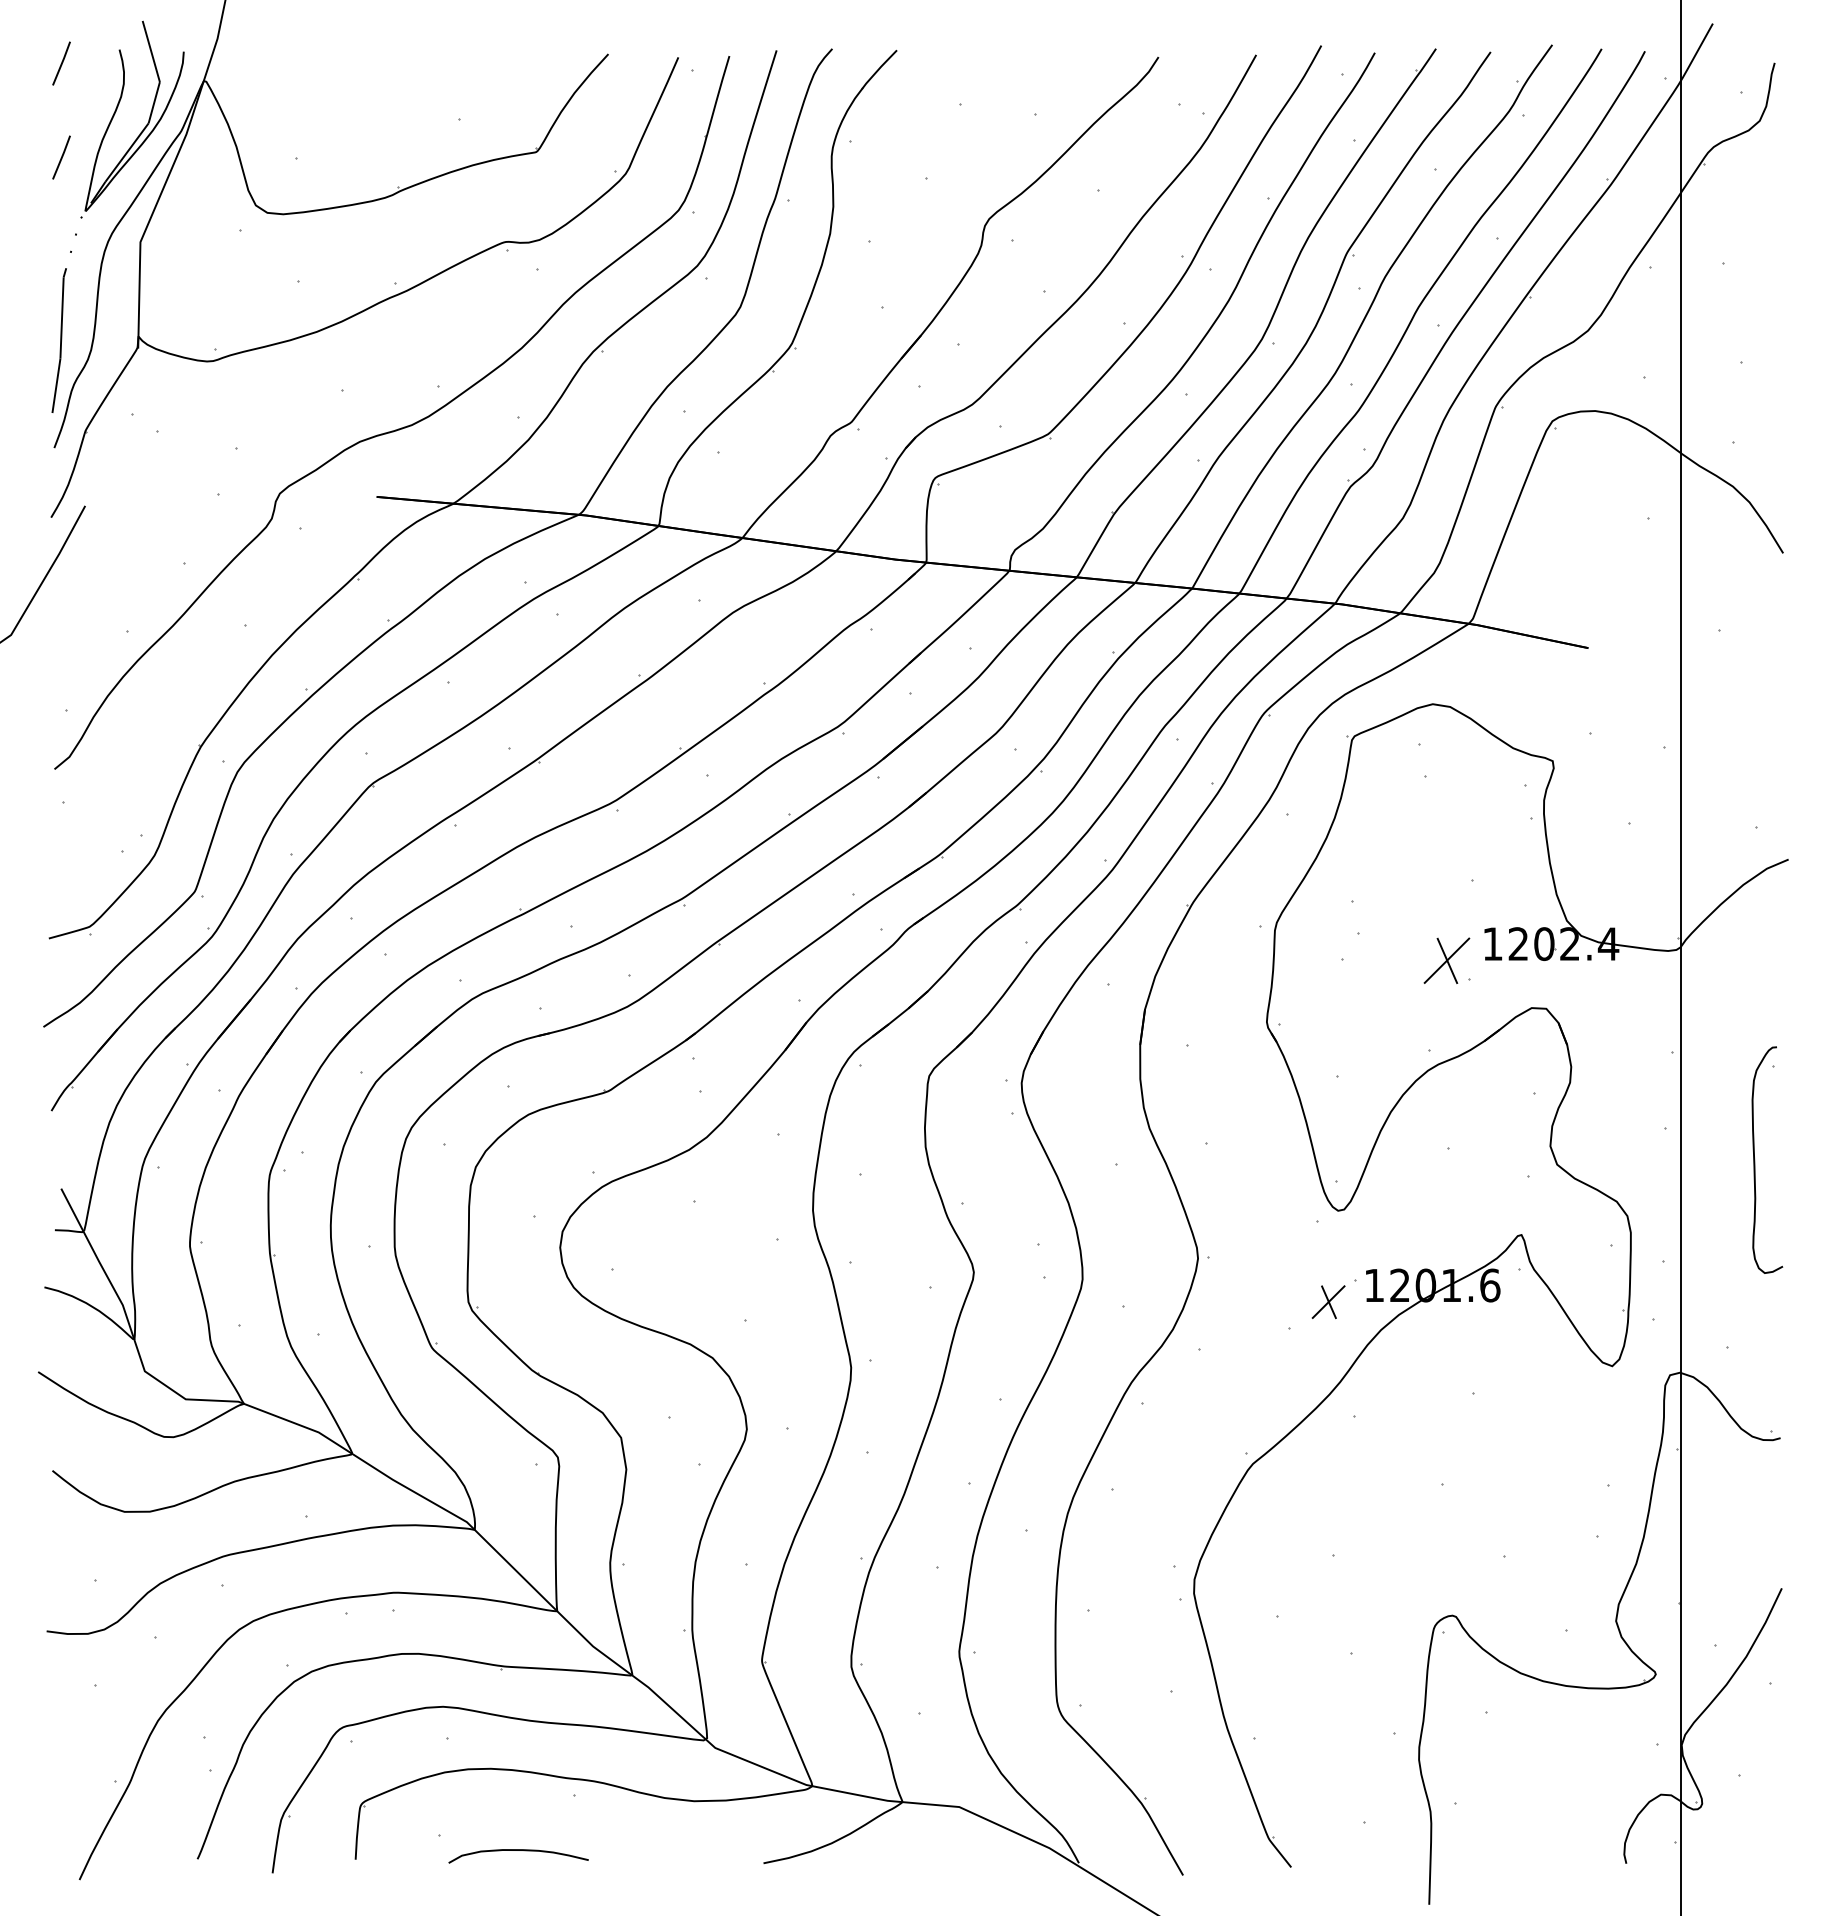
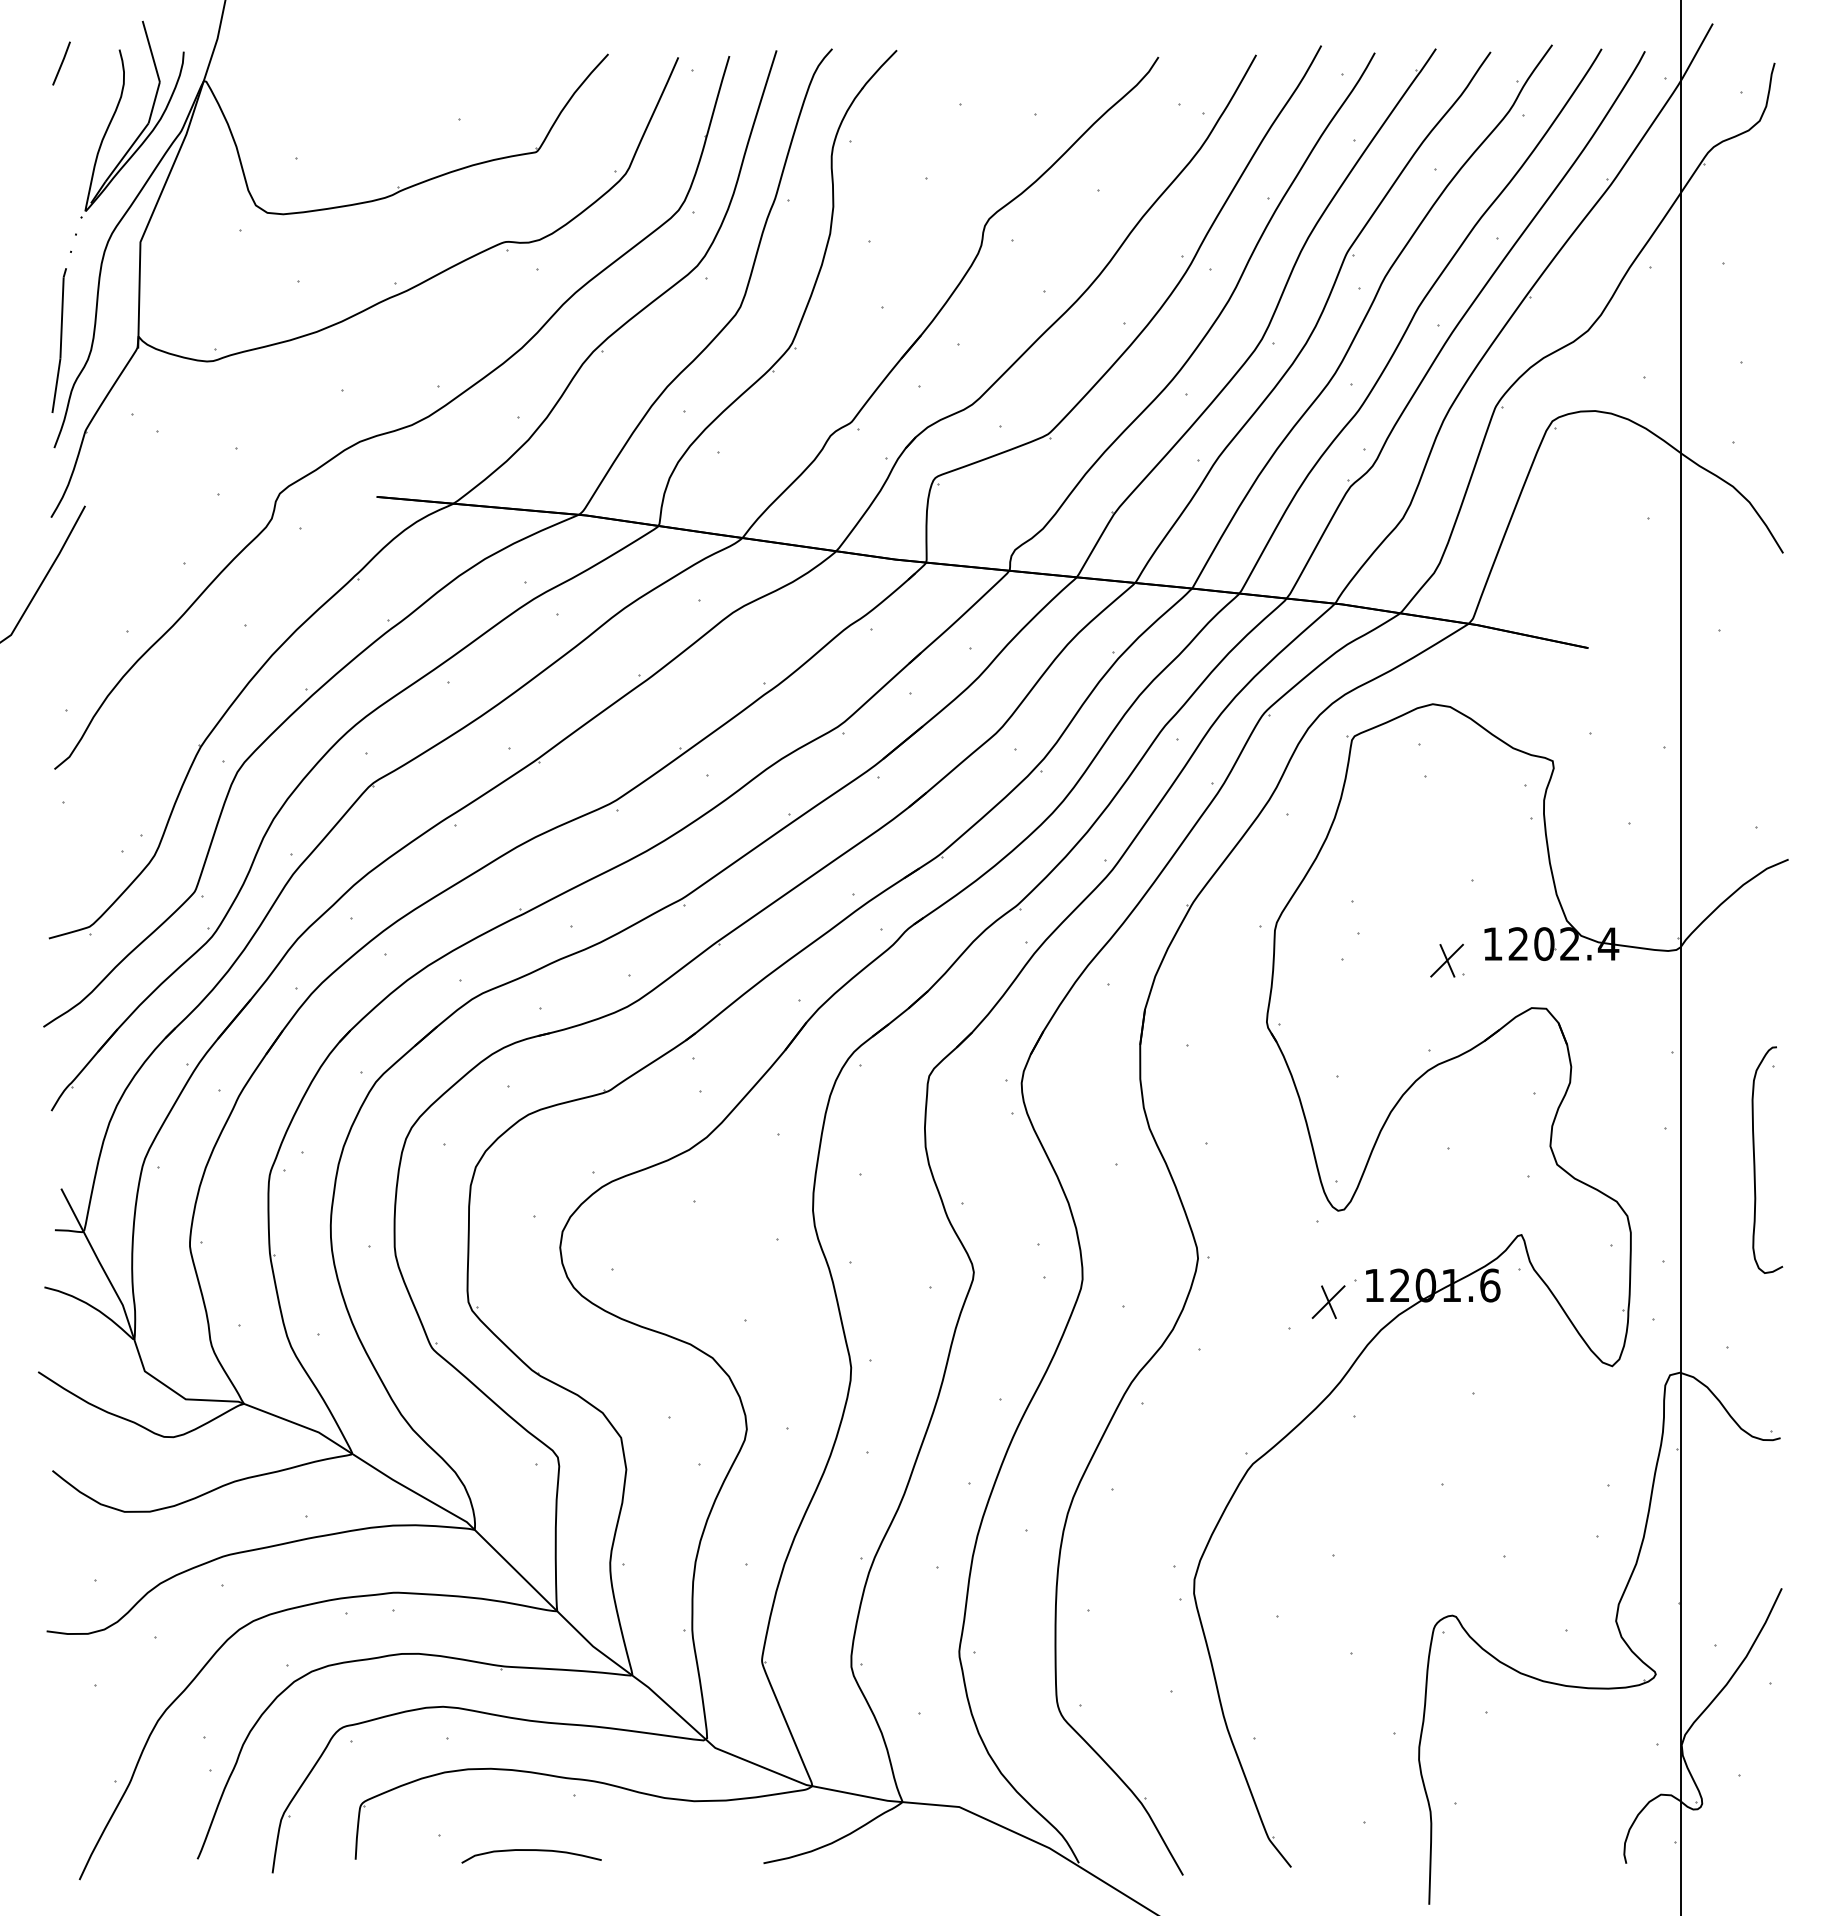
line at (61, 157): present -> none
part at (1446, 960) size: 48x47 px -> 35x35 px
curve at (518, 1850) position: (518, 1850) -> (531, 1850)
